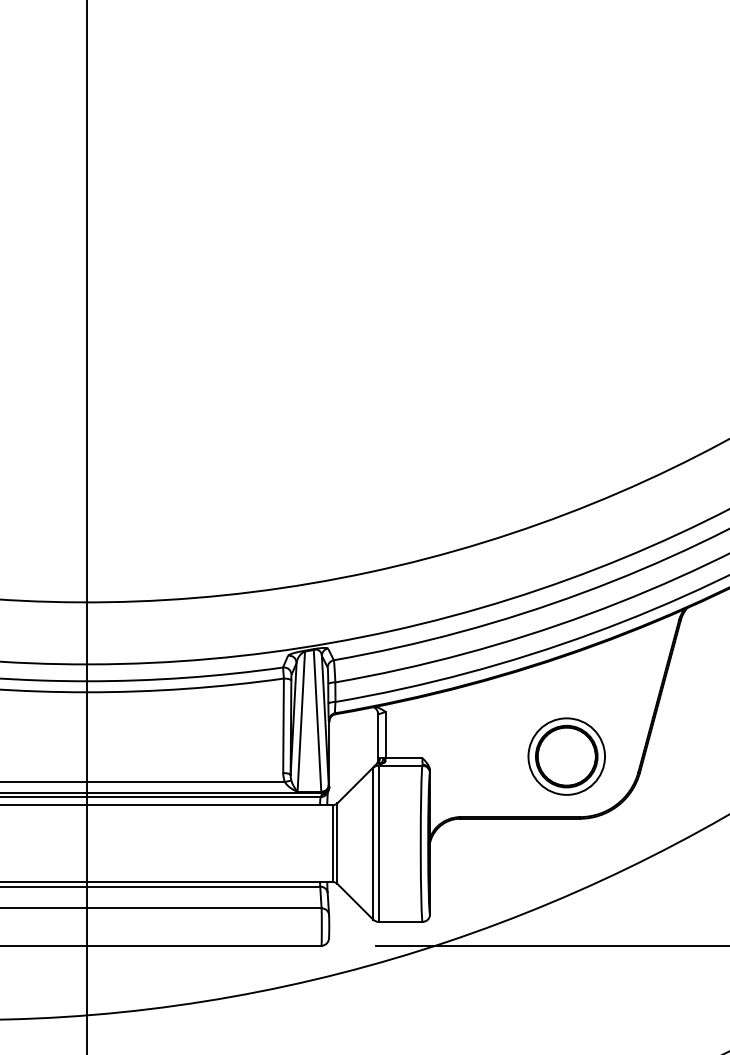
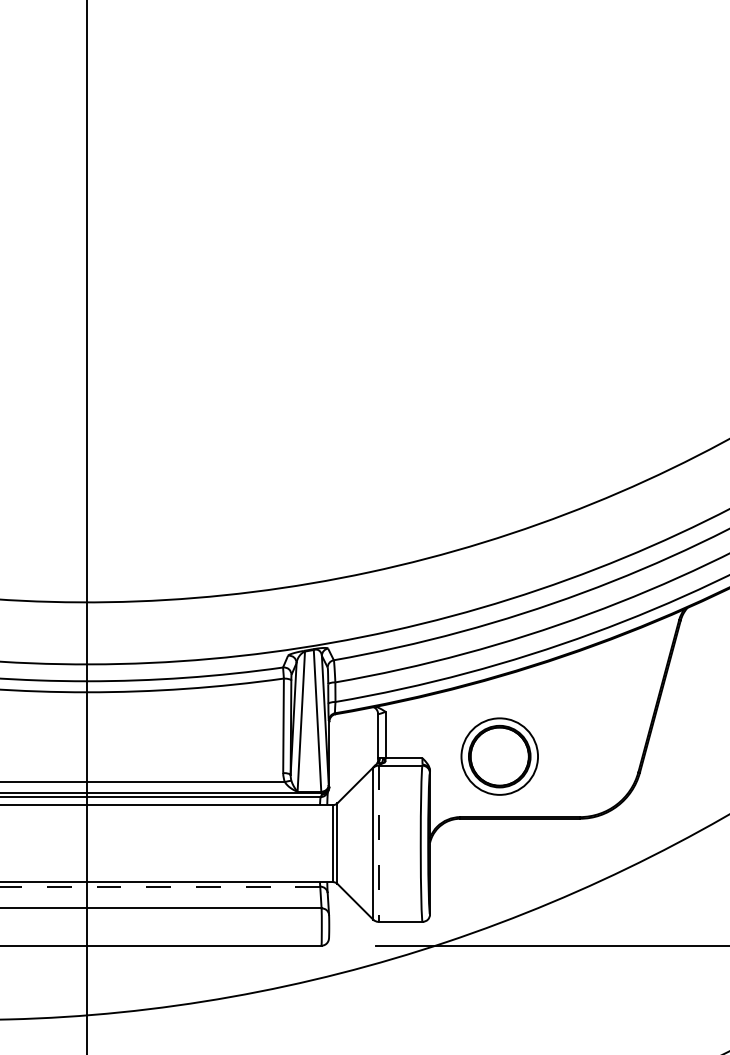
part at (566, 756) position: (566, 756) -> (499, 756)
line at (378, 844): solid -> dashed
line at (160, 886): solid -> dashed
